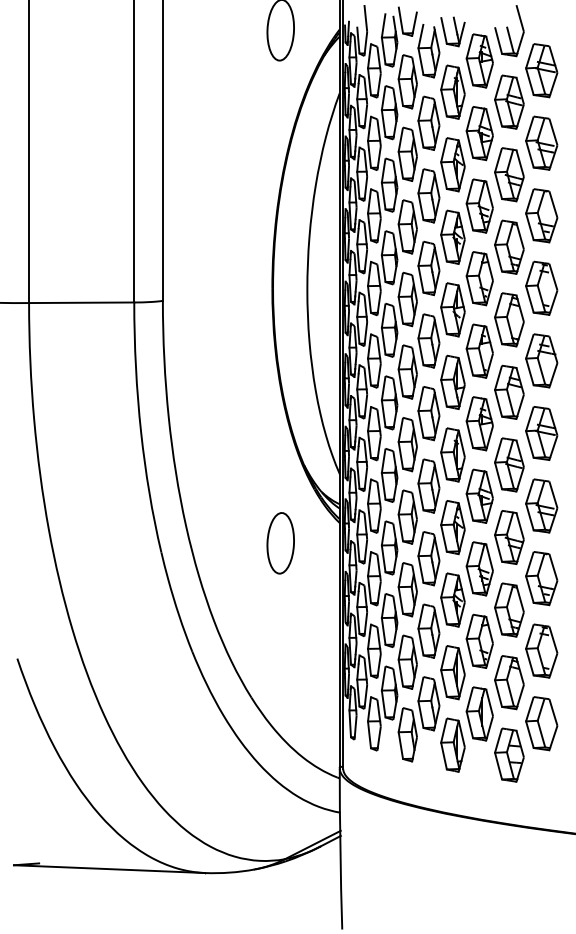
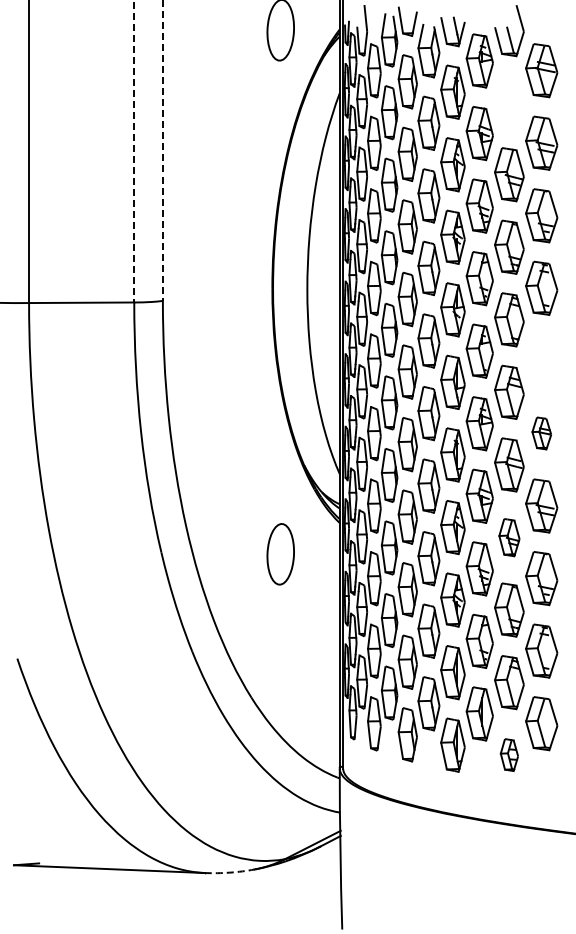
part at (509, 101): present -> none
line at (162, 150): solid -> dashed
line at (134, 151): solid -> dashed
part at (541, 360): present -> none
part at (541, 433) size: 34x55 px -> 21x35 px
part at (509, 537) size: 31x56 px -> 23x40 px
part at (280, 543) position: (280, 543) -> (280, 554)
part at (509, 754) size: 31x56 px -> 20x34 px
arc at (229, 872): solid -> dashed
